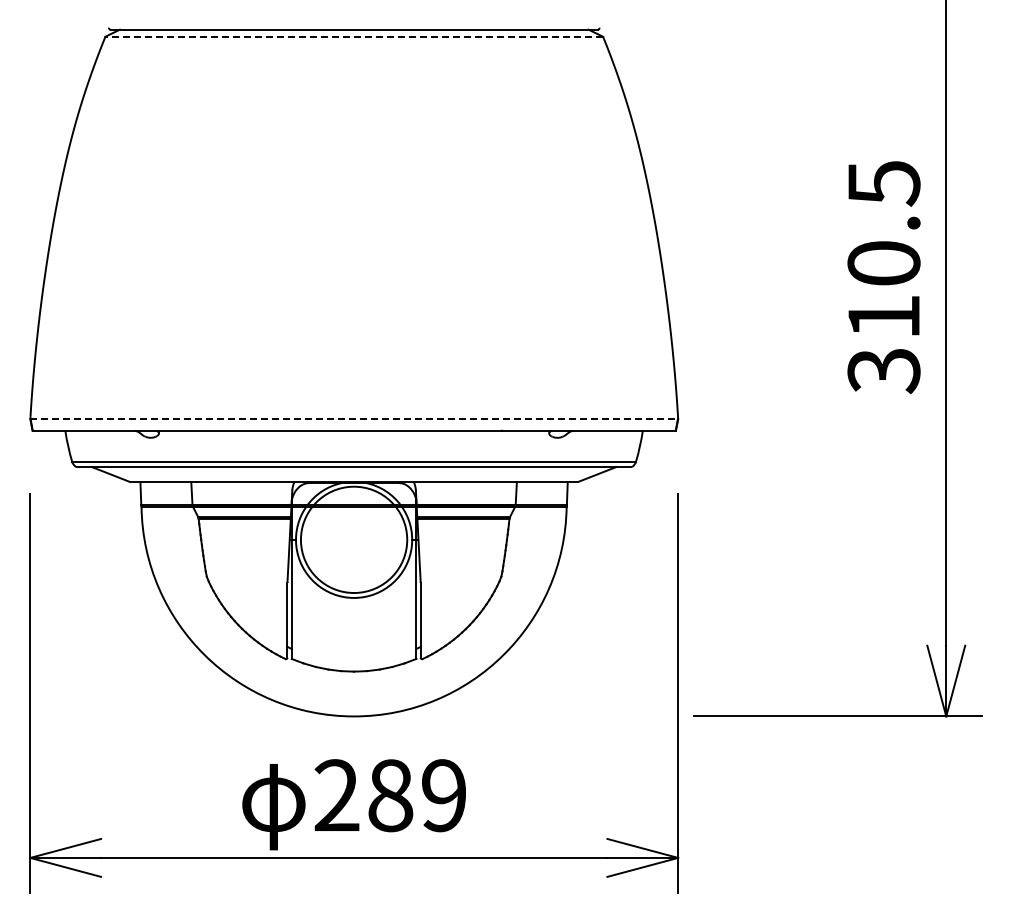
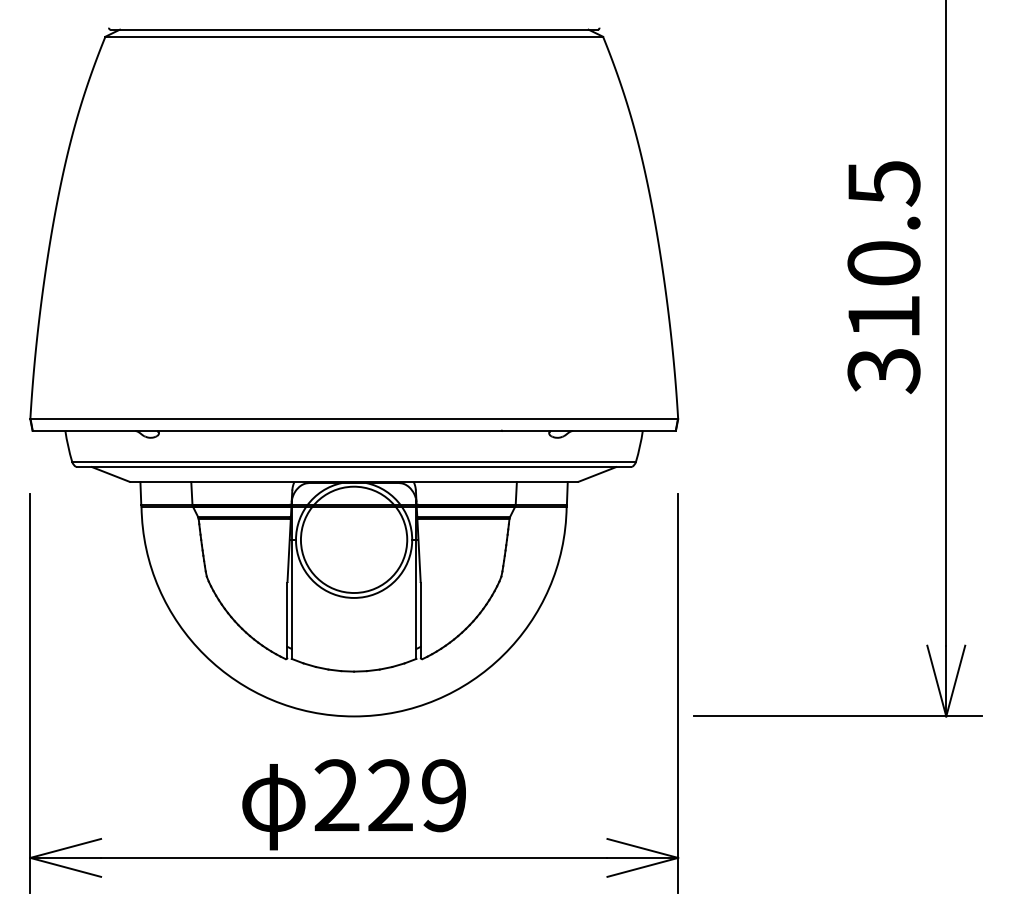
line at (354, 36): dashed -> solid
line at (354, 419): dashed -> solid
text at (390, 795): 289 -> 229
